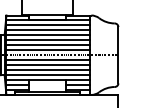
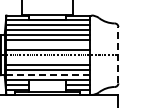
line at (47, 45): present -> none
line at (118, 54): solid -> dashed
line at (47, 60): present -> none
line at (47, 75): solid -> dashed
